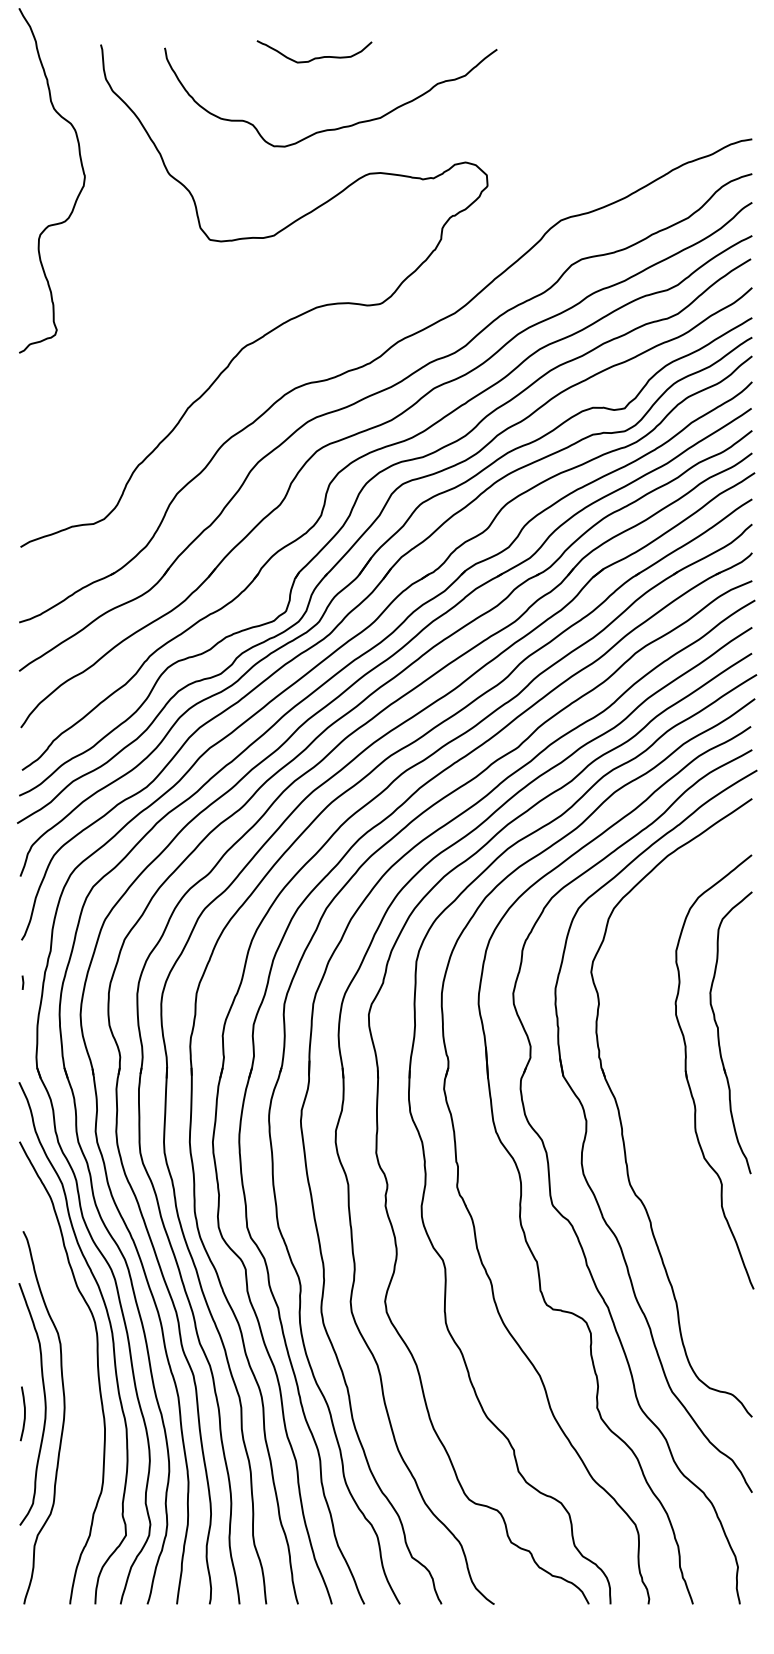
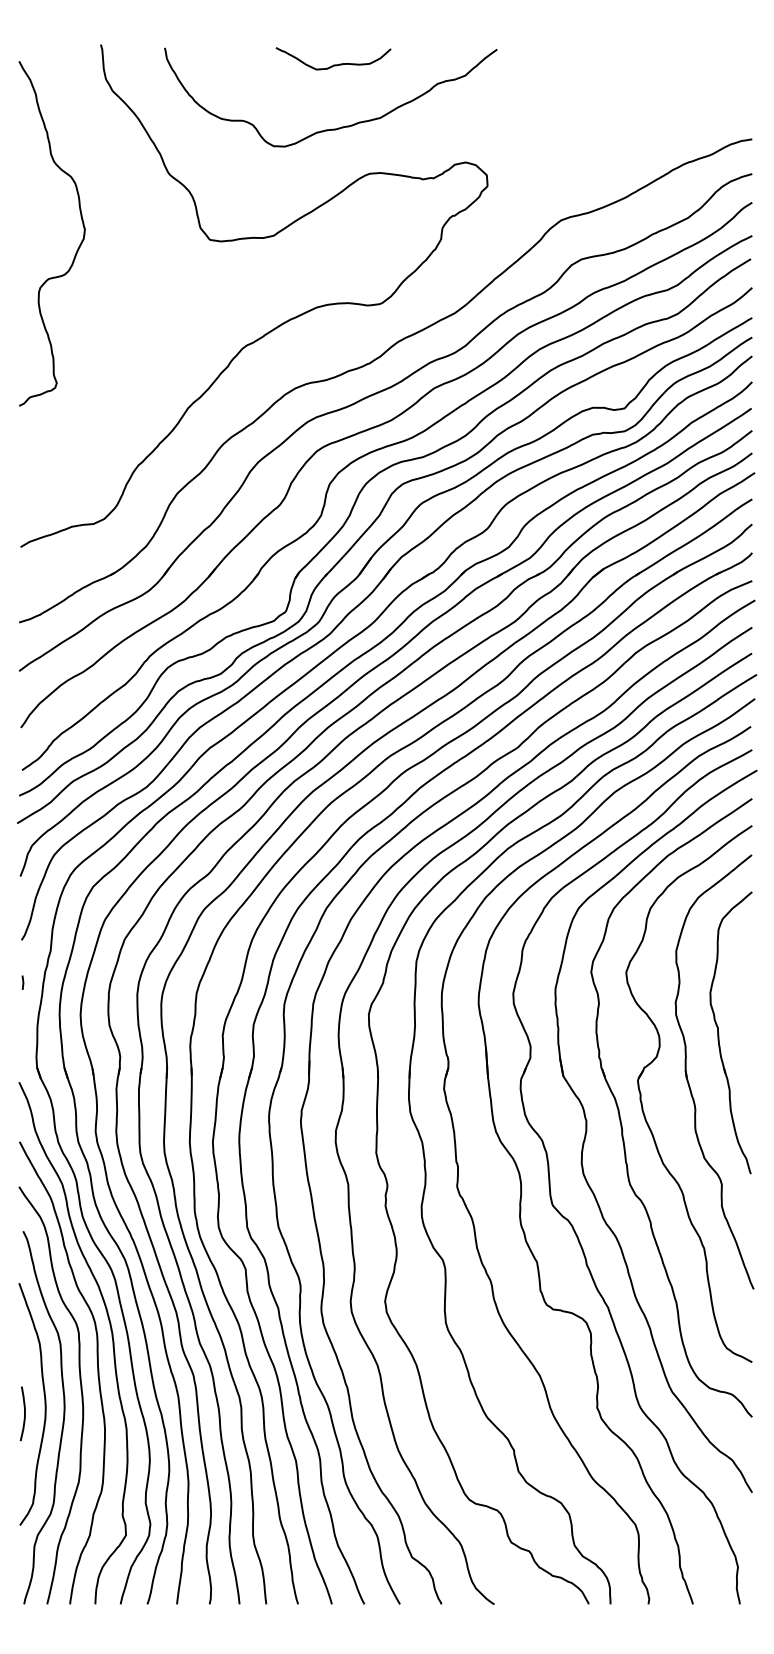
curve at (314, 57) position: (314, 57) -> (333, 64)
curve at (78, 193) position: (78, 193) -> (78, 246)
part at (642, 1102): none -> present
curve at (80, 1390): none -> present
